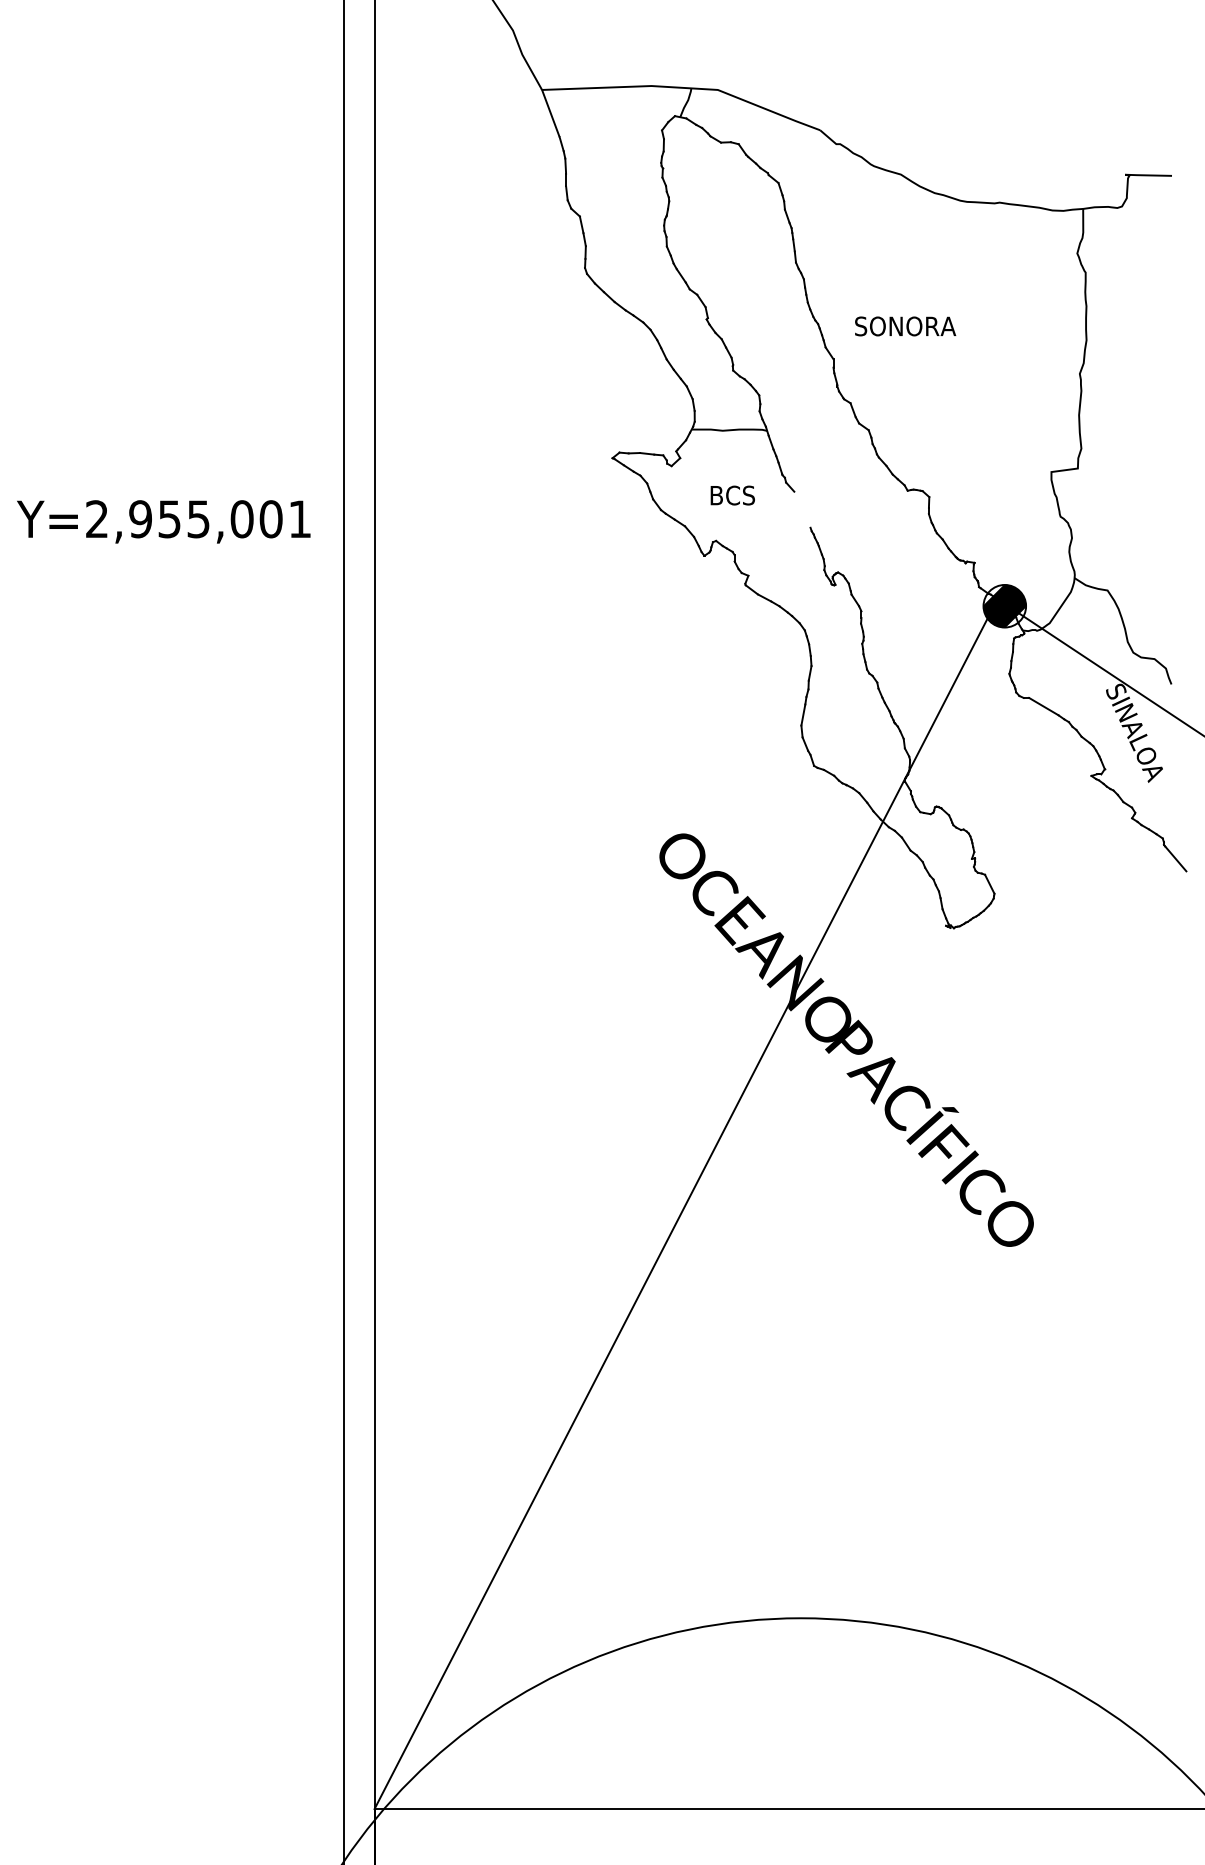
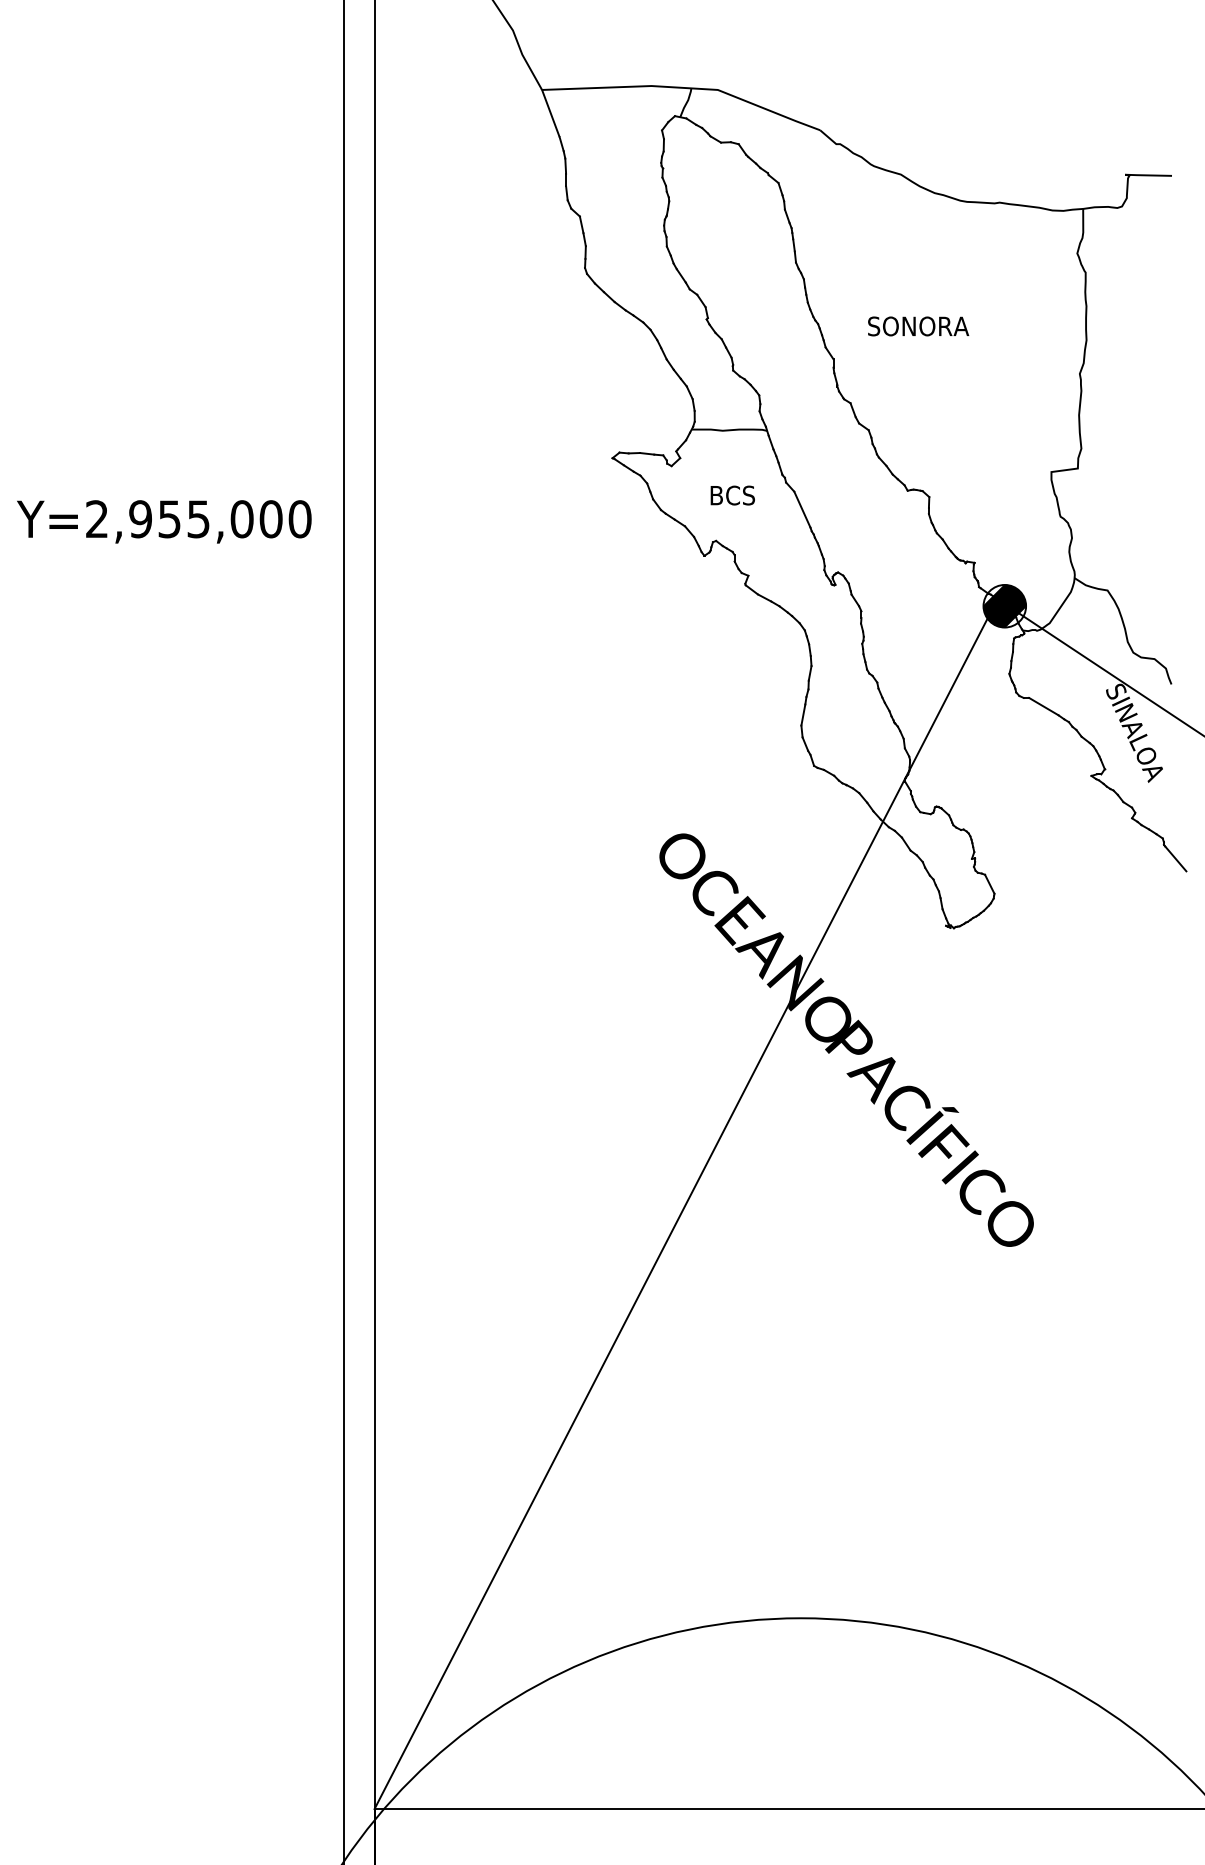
text at (905, 326) position: (905, 326) -> (918, 326)
line at (802, 509): none -> present
text at (299, 519): Y=2,955,001 -> Y=2,955,000
